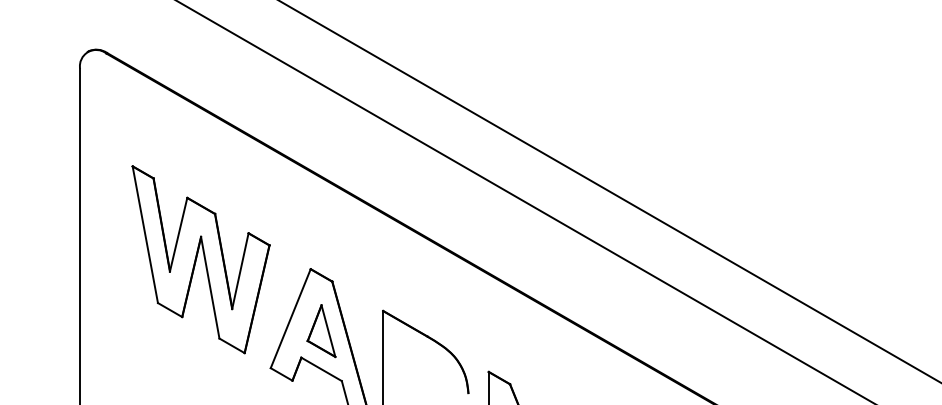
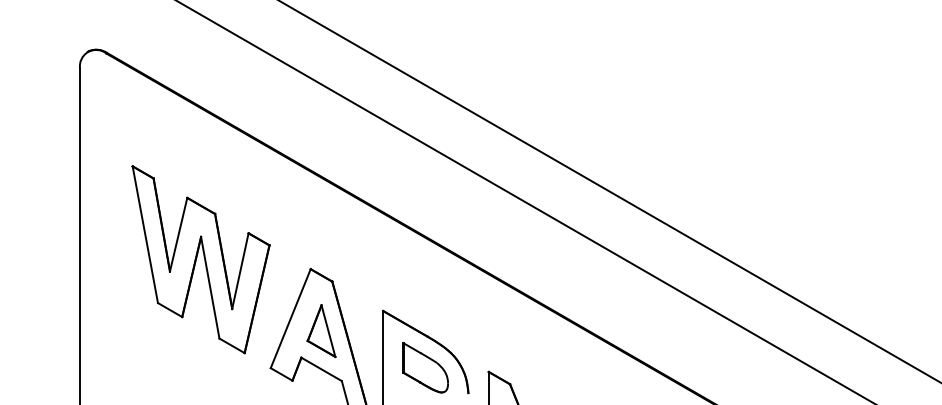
part at (425, 367): none -> present
